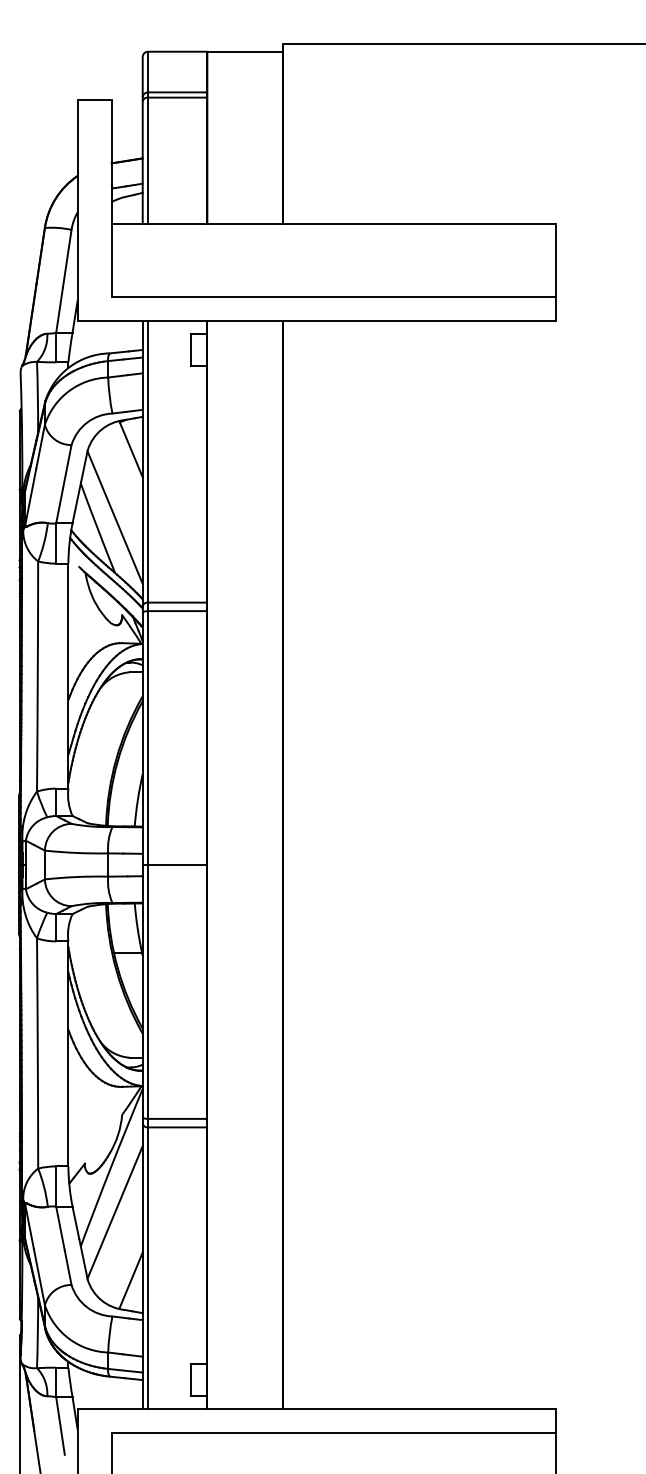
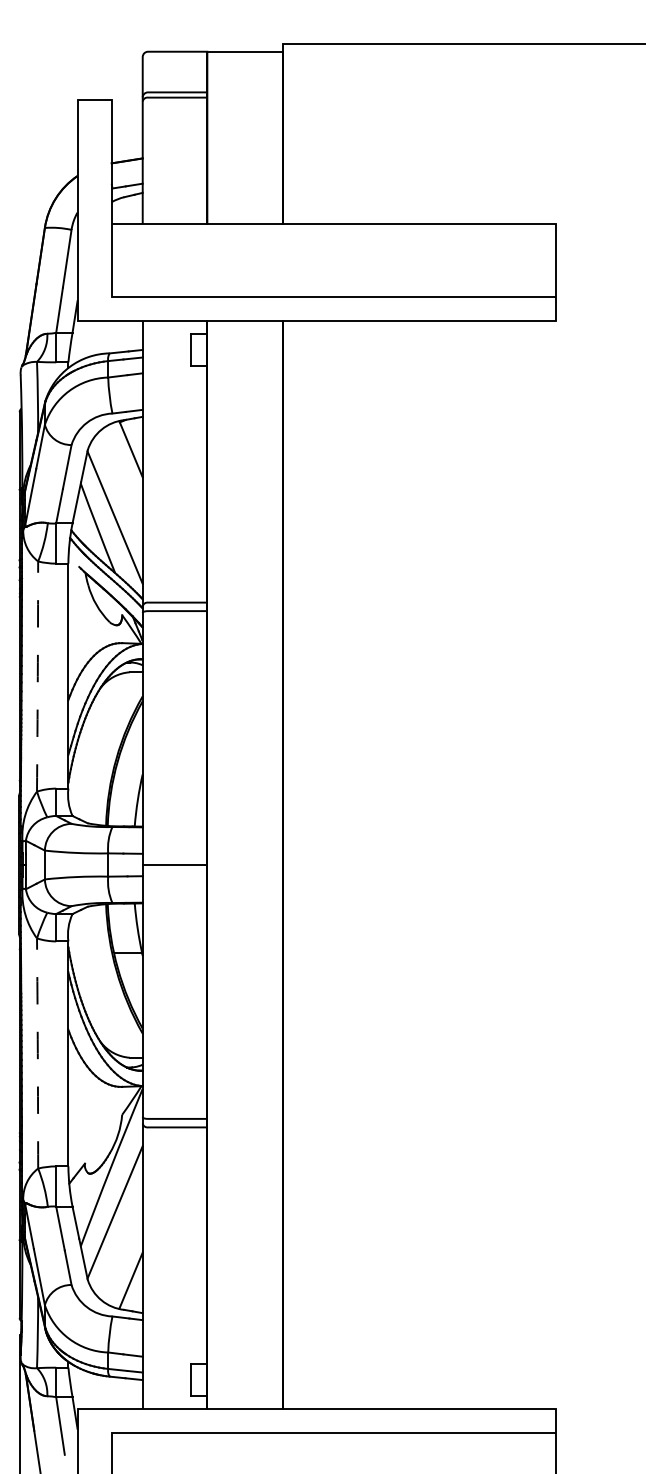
line at (148, 137): present -> none
arc at (37, 676): solid -> dashed
line at (148, 864): present -> none
arc at (37, 1053): solid -> dashed
